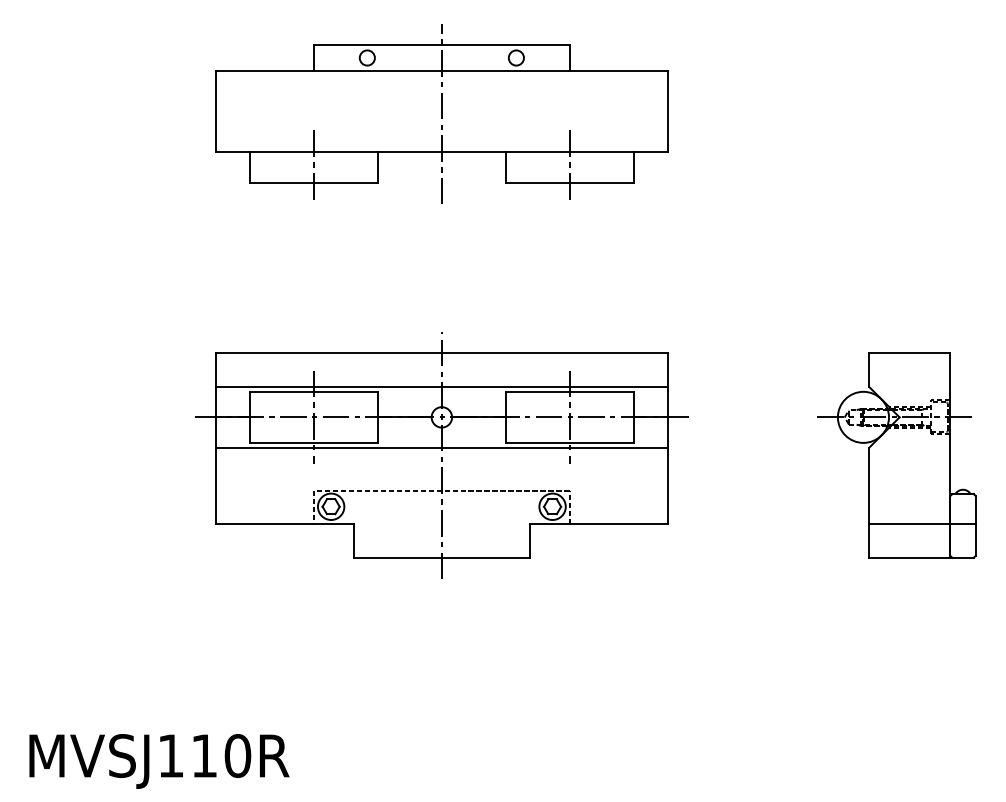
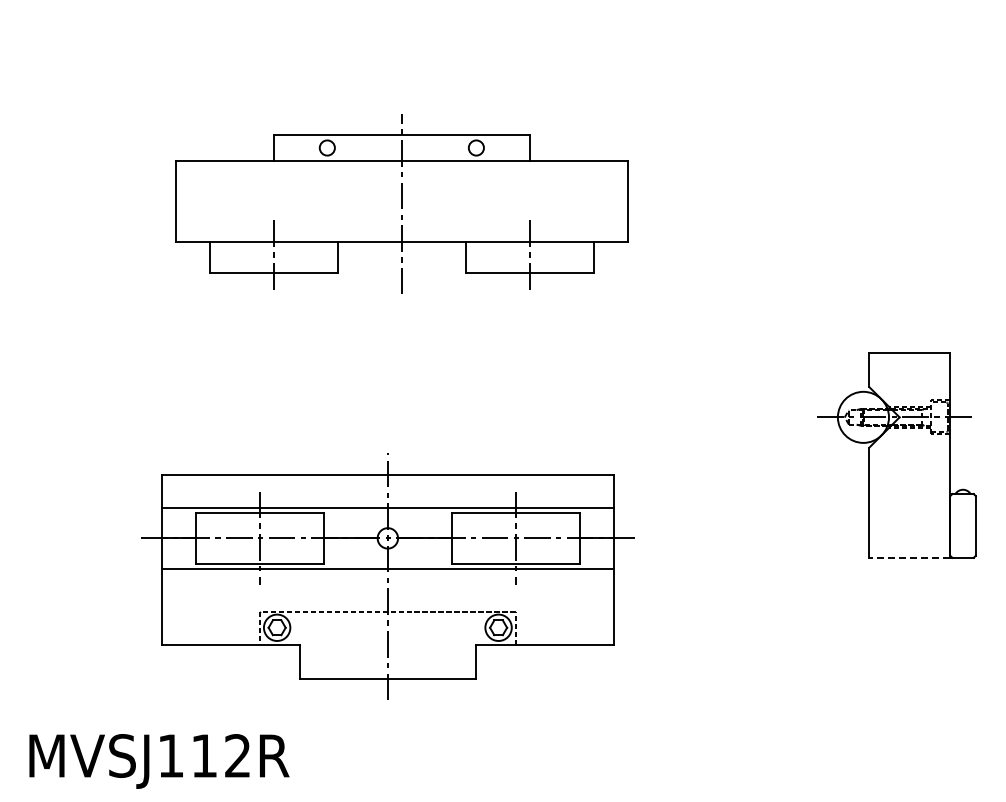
part at (441, 113) position: (441, 113) -> (401, 203)
part at (441, 455) position: (441, 455) -> (387, 576)
line at (922, 523): present -> none
line at (909, 557): solid -> dashed
text at (237, 755): MVSJ110R -> MVSJ112R
